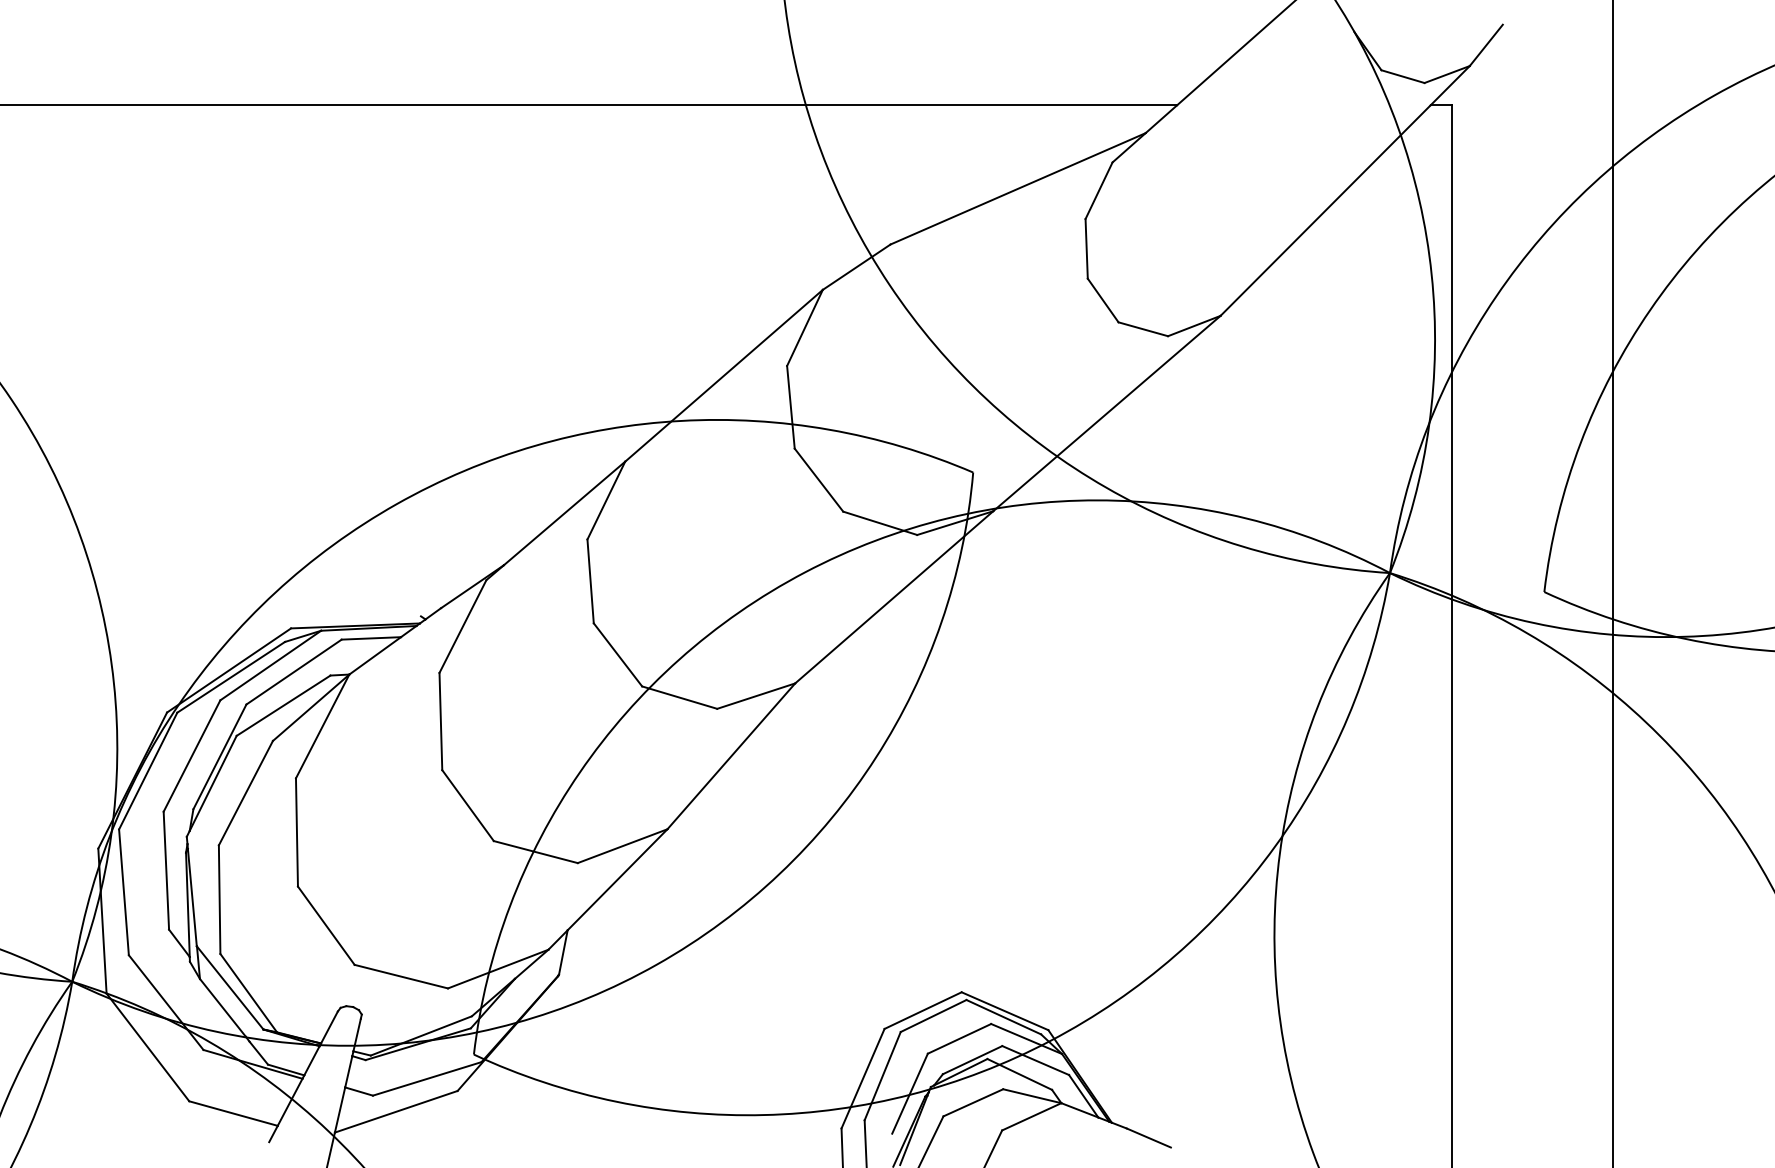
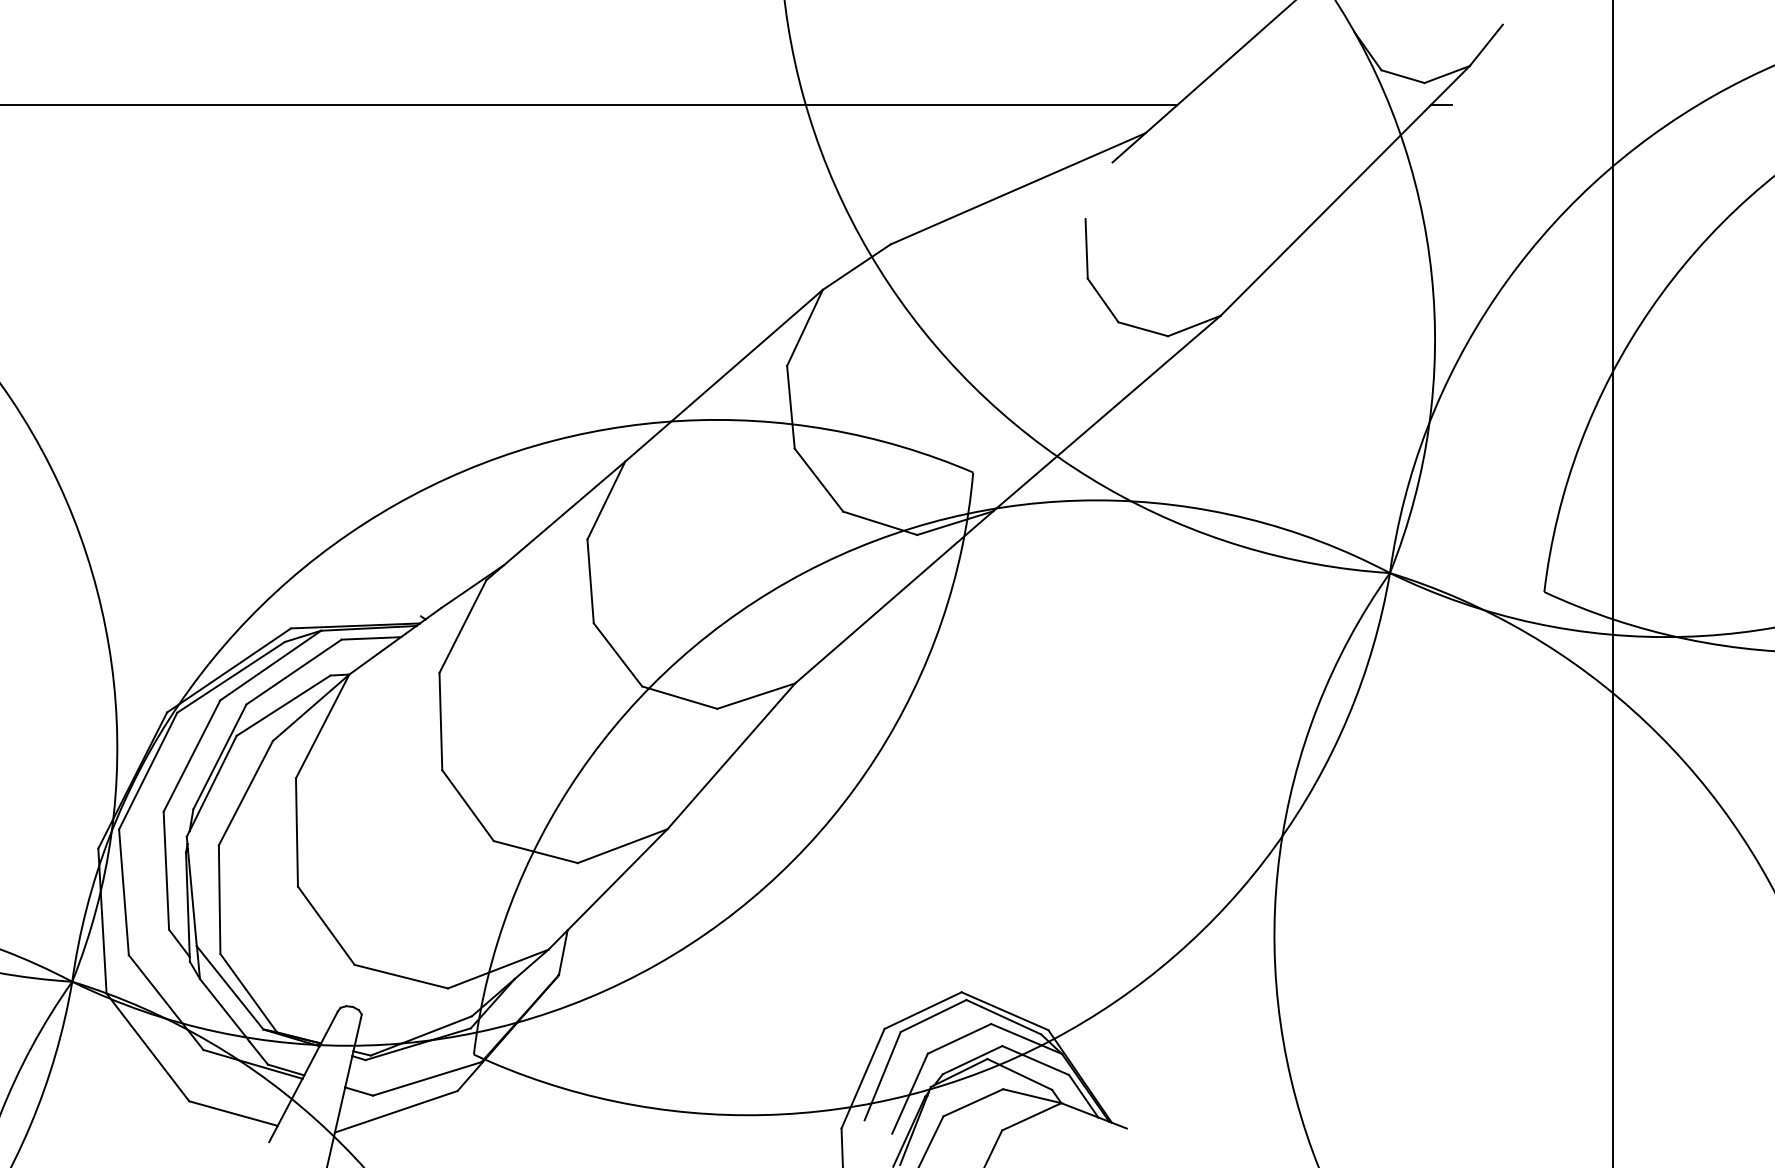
line at (1098, 190): present -> none
line at (1452, 634): present -> none
line at (1148, 1137): present -> none
line at (865, 1142): present -> none
